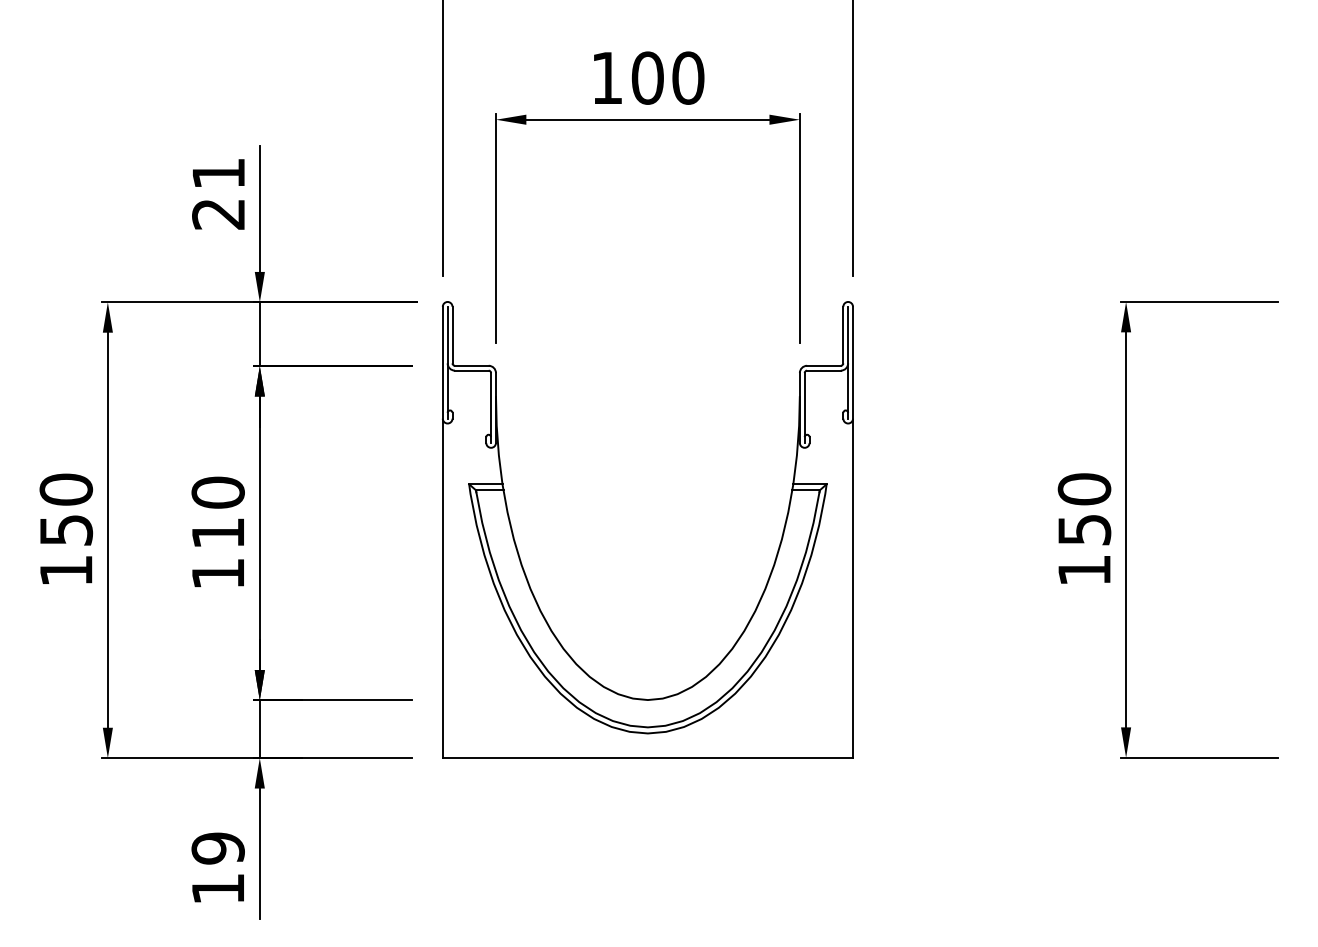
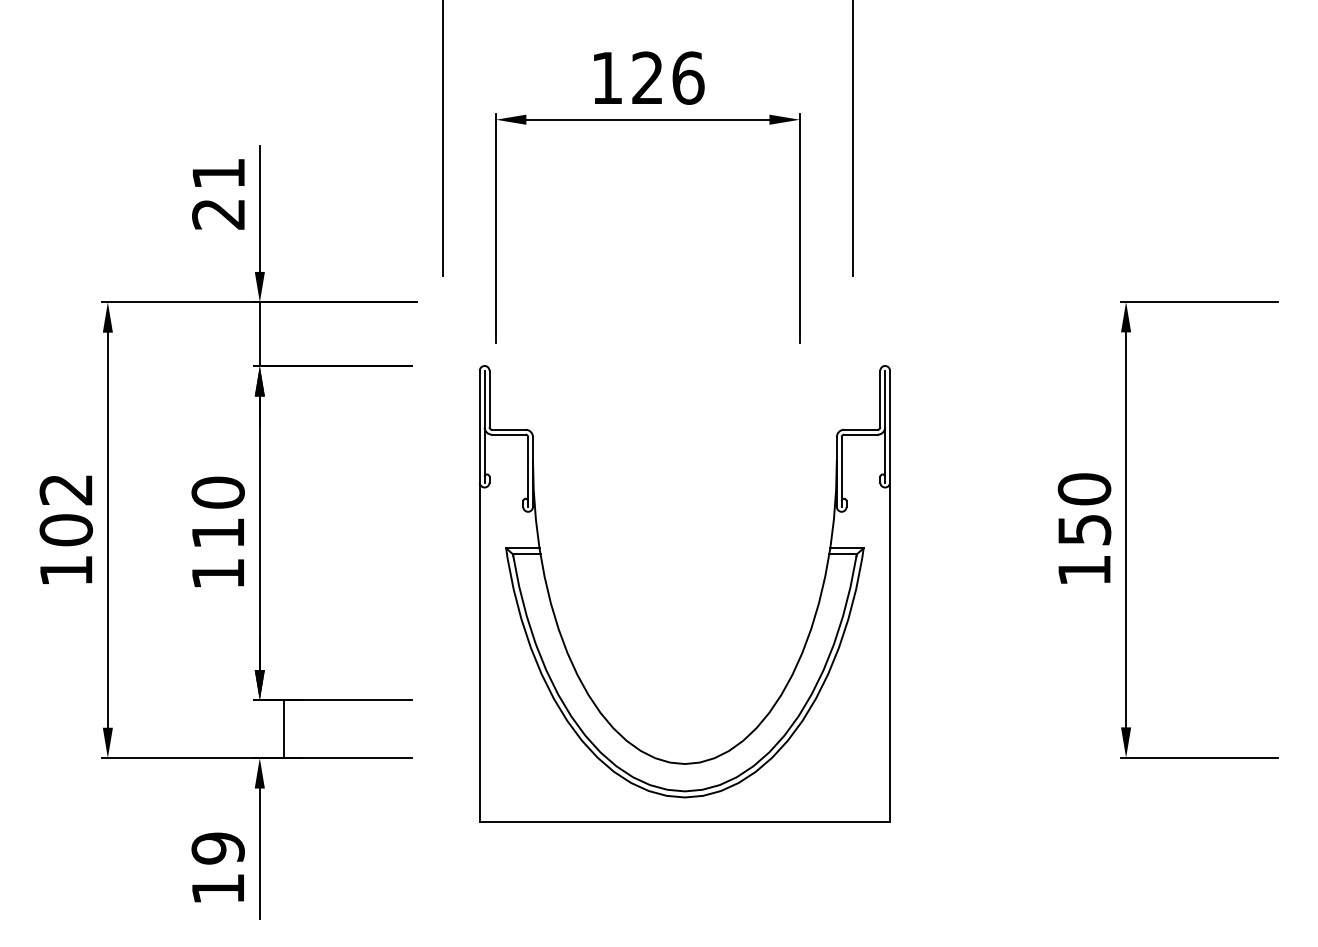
text at (667, 77): 100 -> 126
text at (66, 509): 150 -> 102
part at (526, 574) position: (526, 574) -> (563, 638)
line at (259, 729) position: (259, 729) -> (283, 729)
